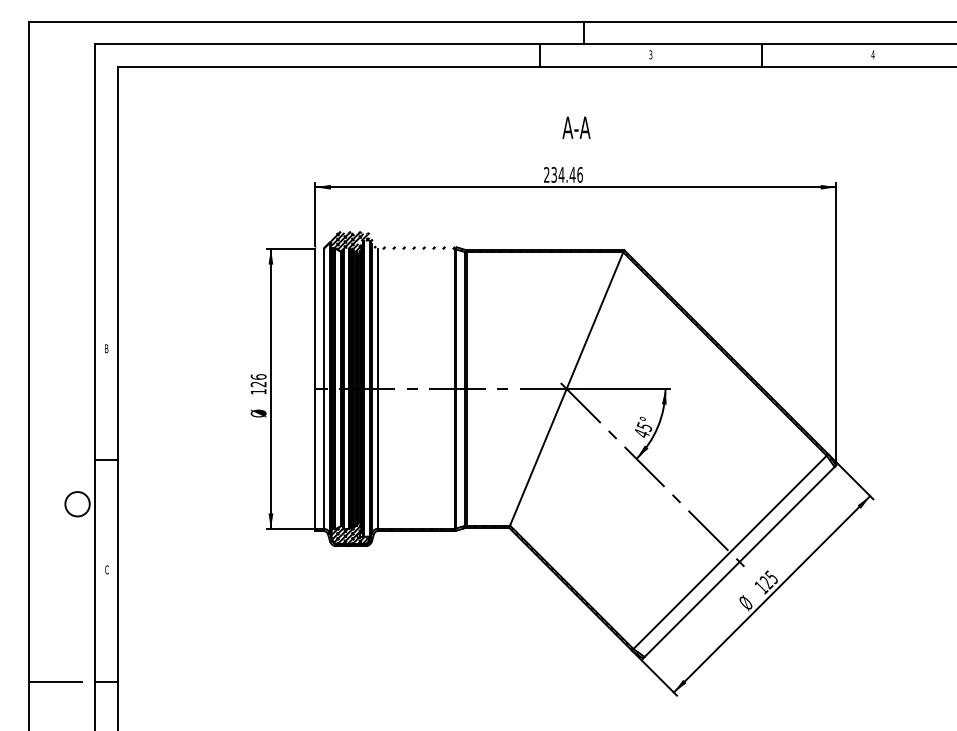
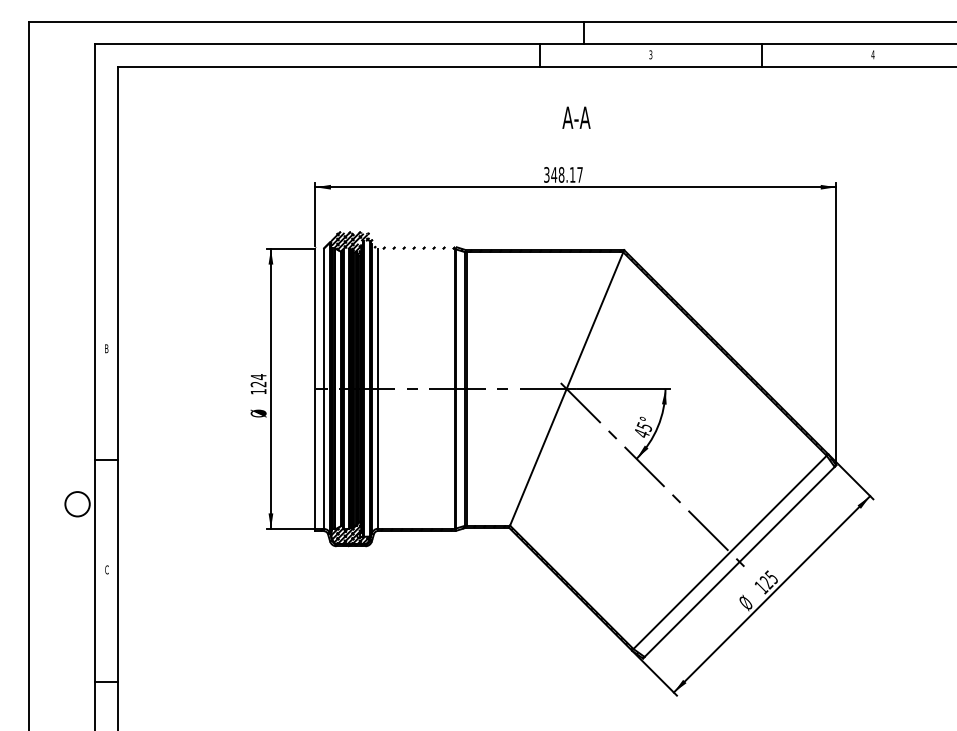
text at (576, 127) position: (576, 127) -> (576, 117)
text at (563, 174): 234.46 -> 348.17
text at (258, 377): 126 -> 124
line at (55, 682): present -> none
